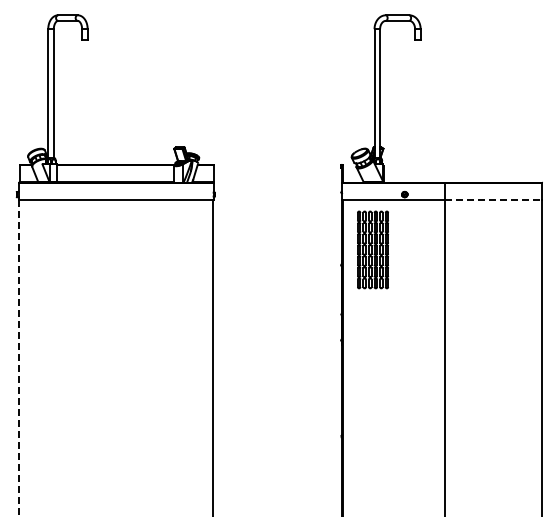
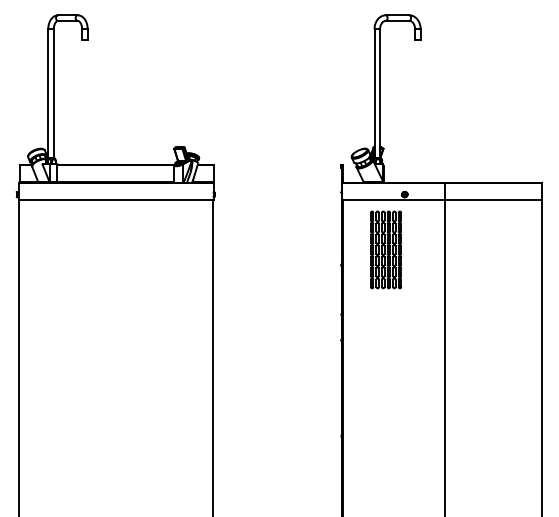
line at (493, 200): dashed -> solid
part at (372, 249) position: (372, 249) -> (385, 249)
line at (19, 358): dashed -> solid
